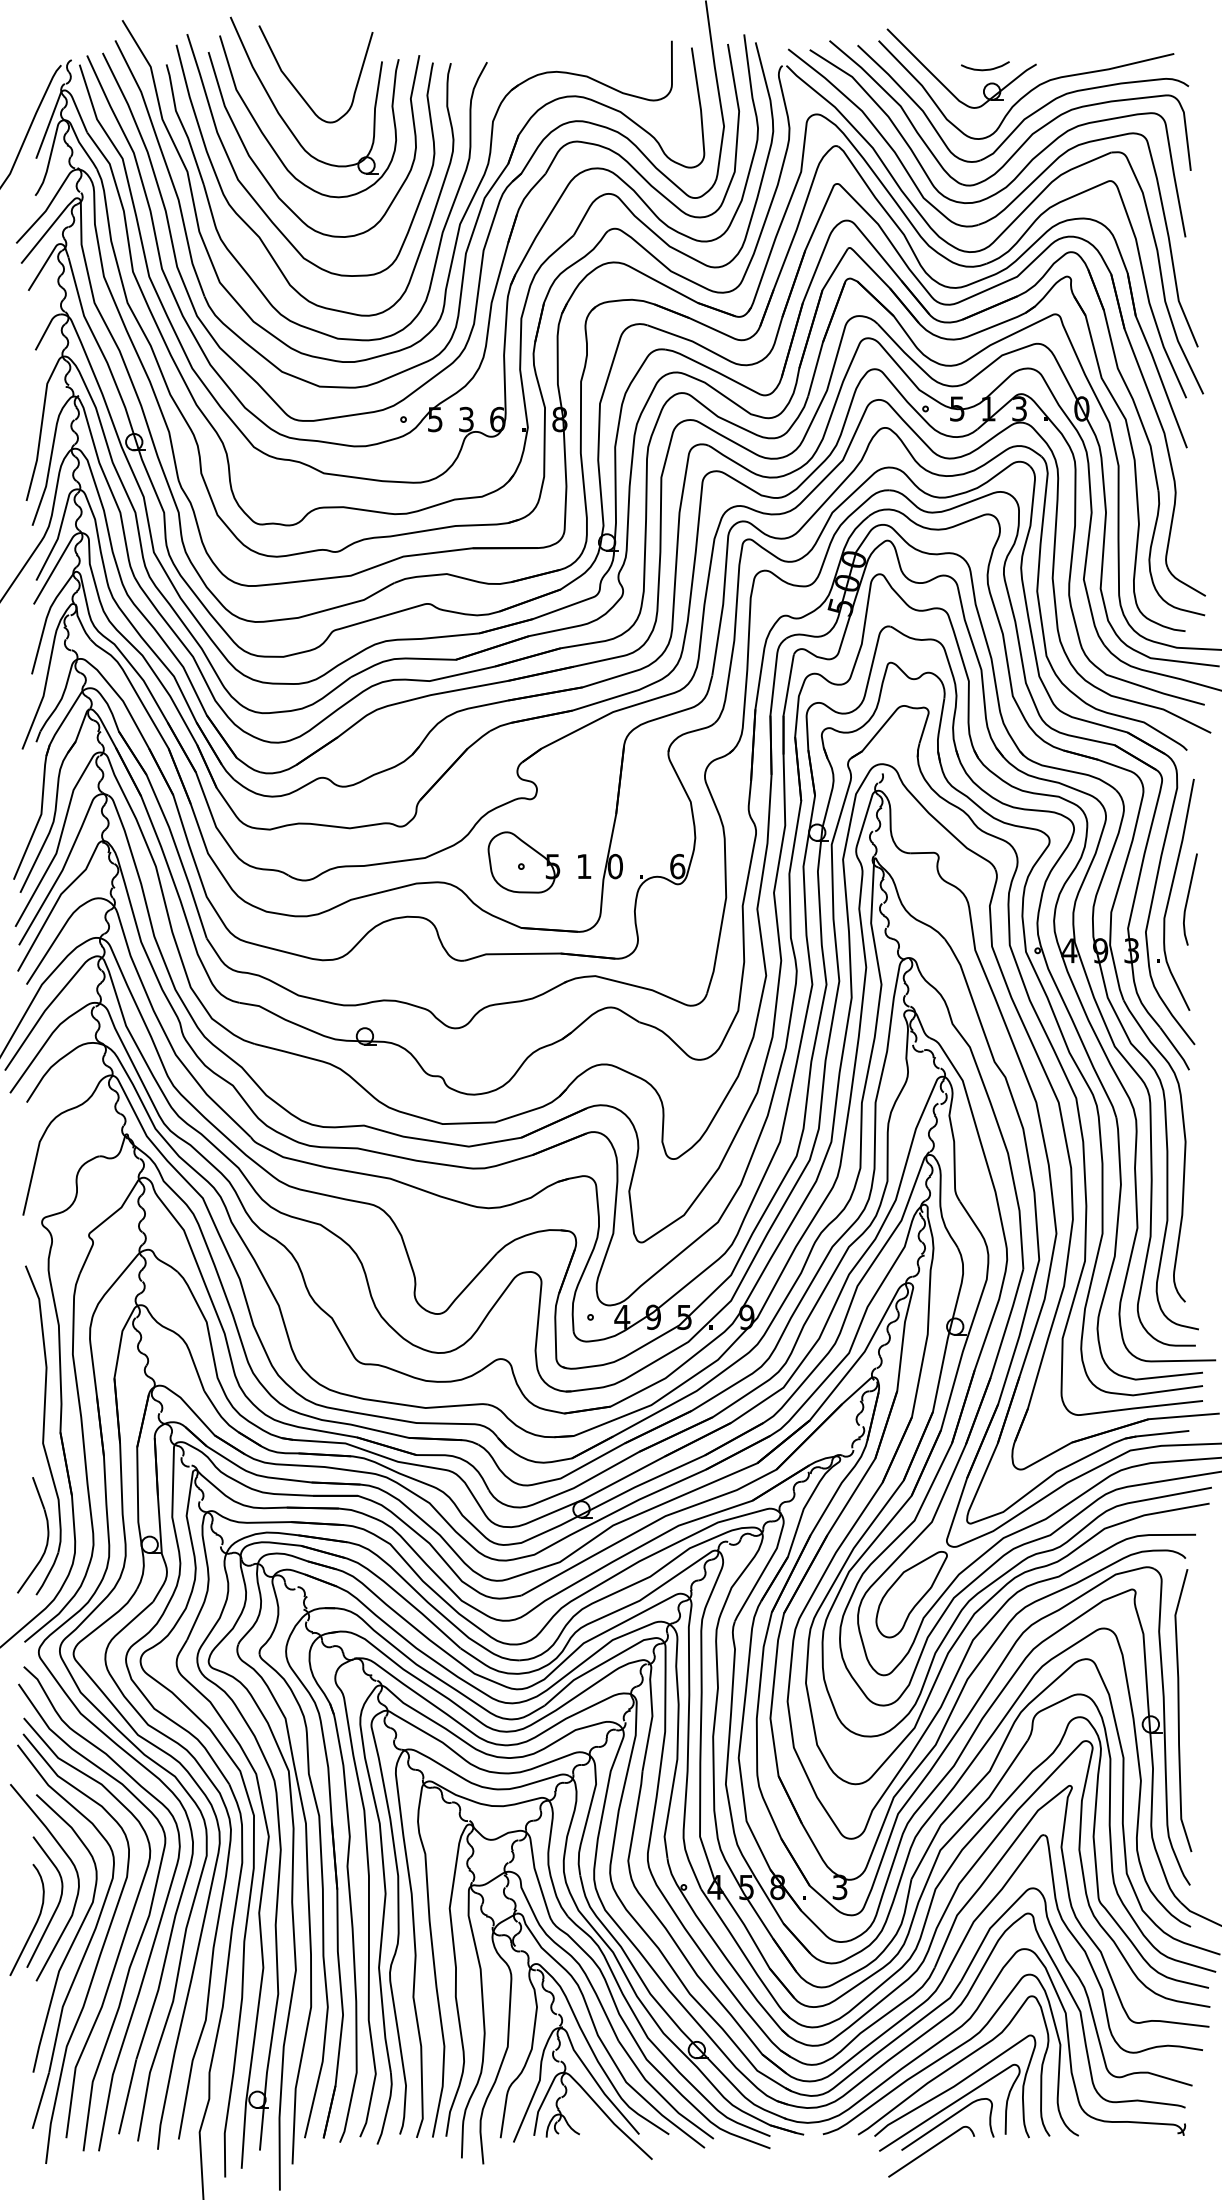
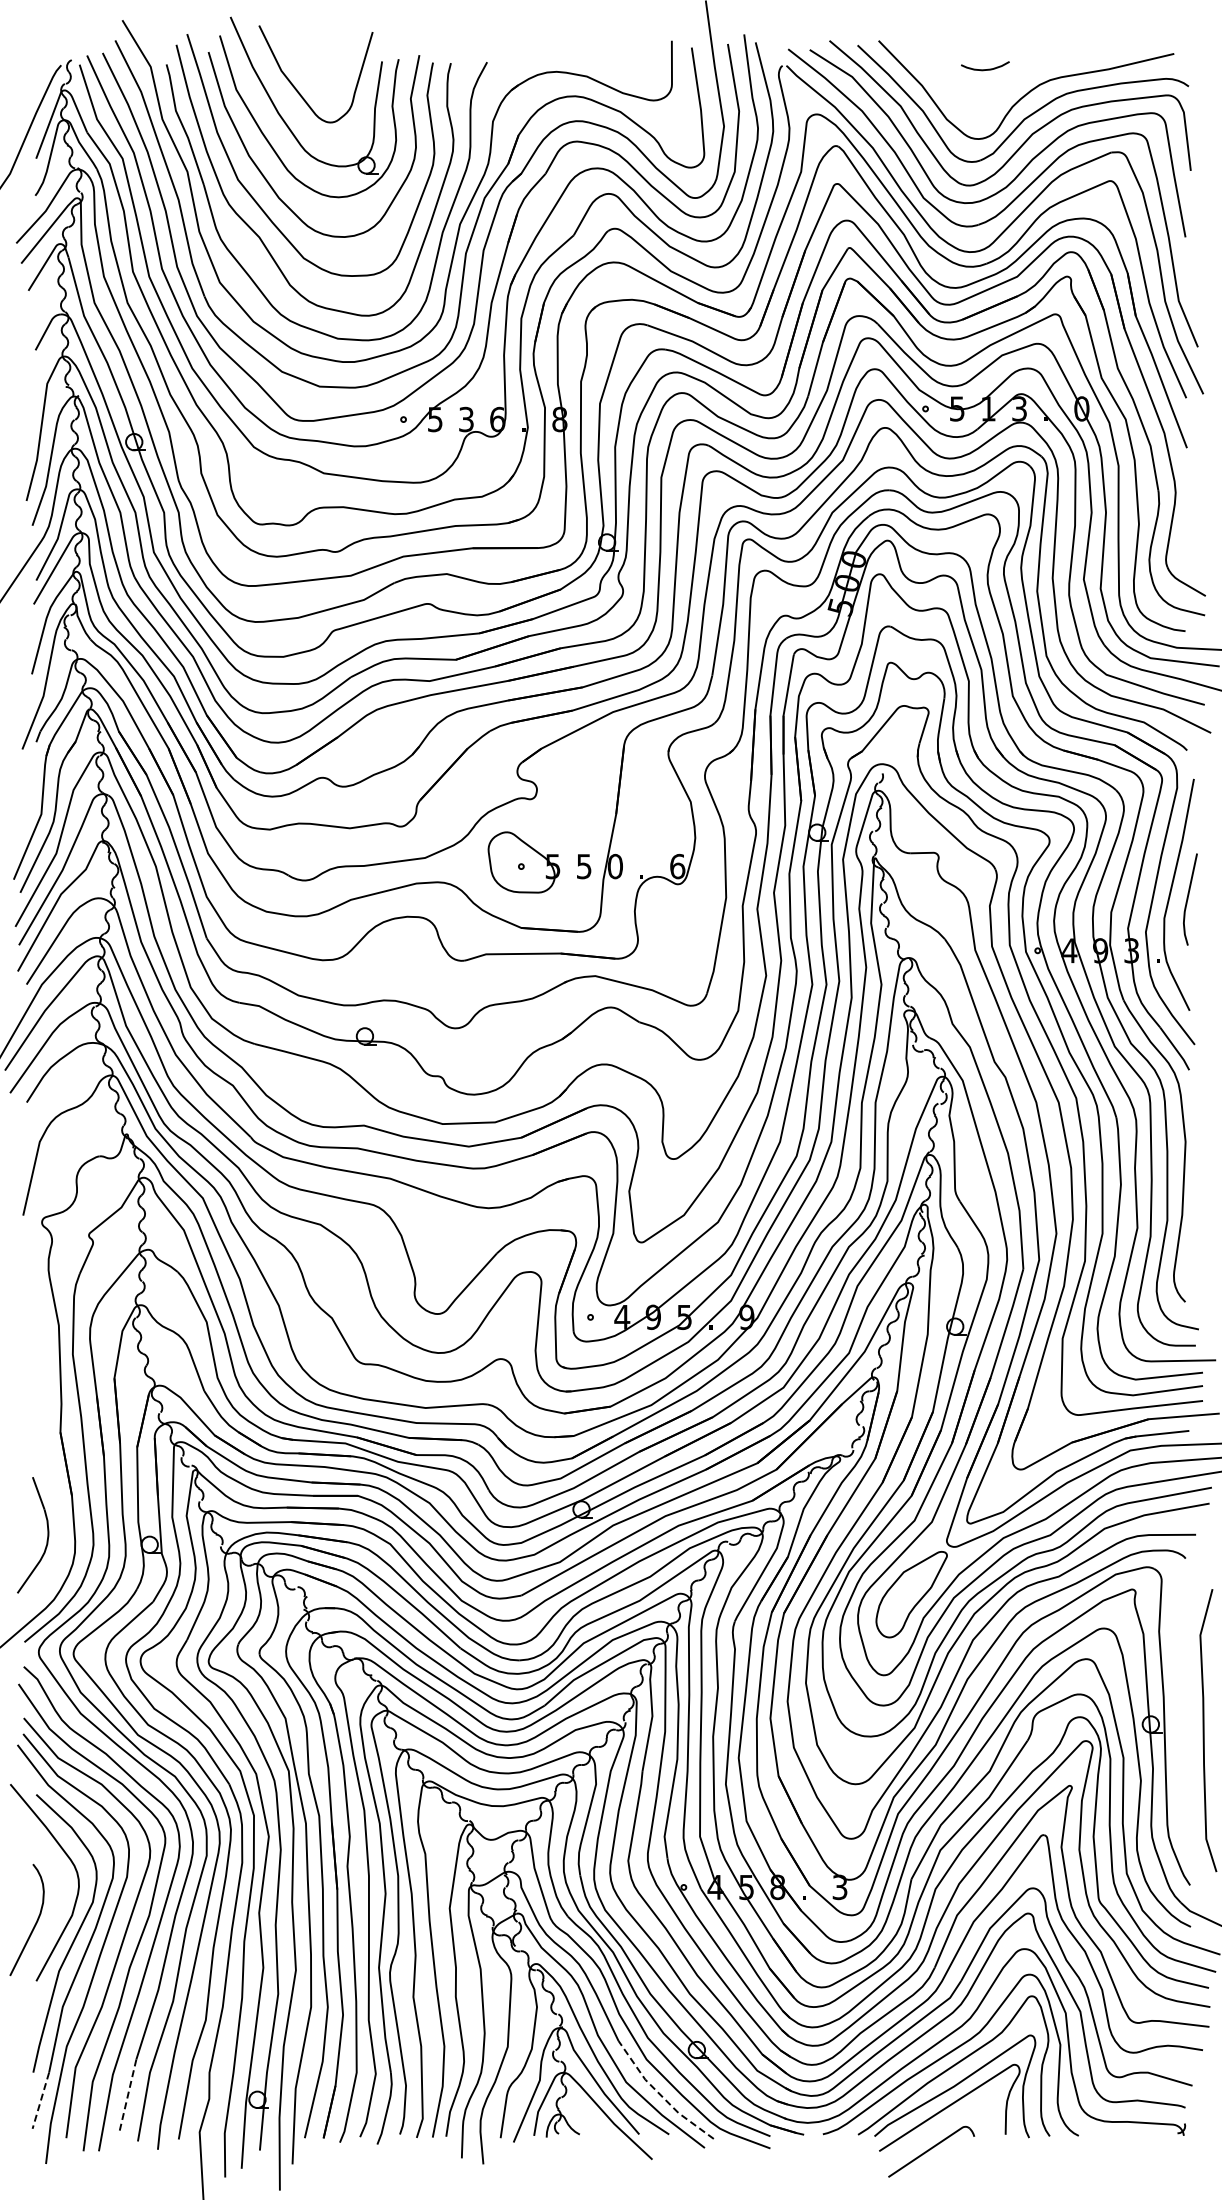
part at (944, 84): present -> none
text at (584, 866): 1 -> 5
part at (43, 1430): present -> none
curve at (1179, 1710) position: (1179, 1710) -> (1204, 1730)
curve at (56, 1906): present -> none
line at (660, 2095): solid -> dashed
line at (127, 2097): solid -> dashed
line at (40, 2101): solid -> dashed
curve at (946, 2121): present -> none
